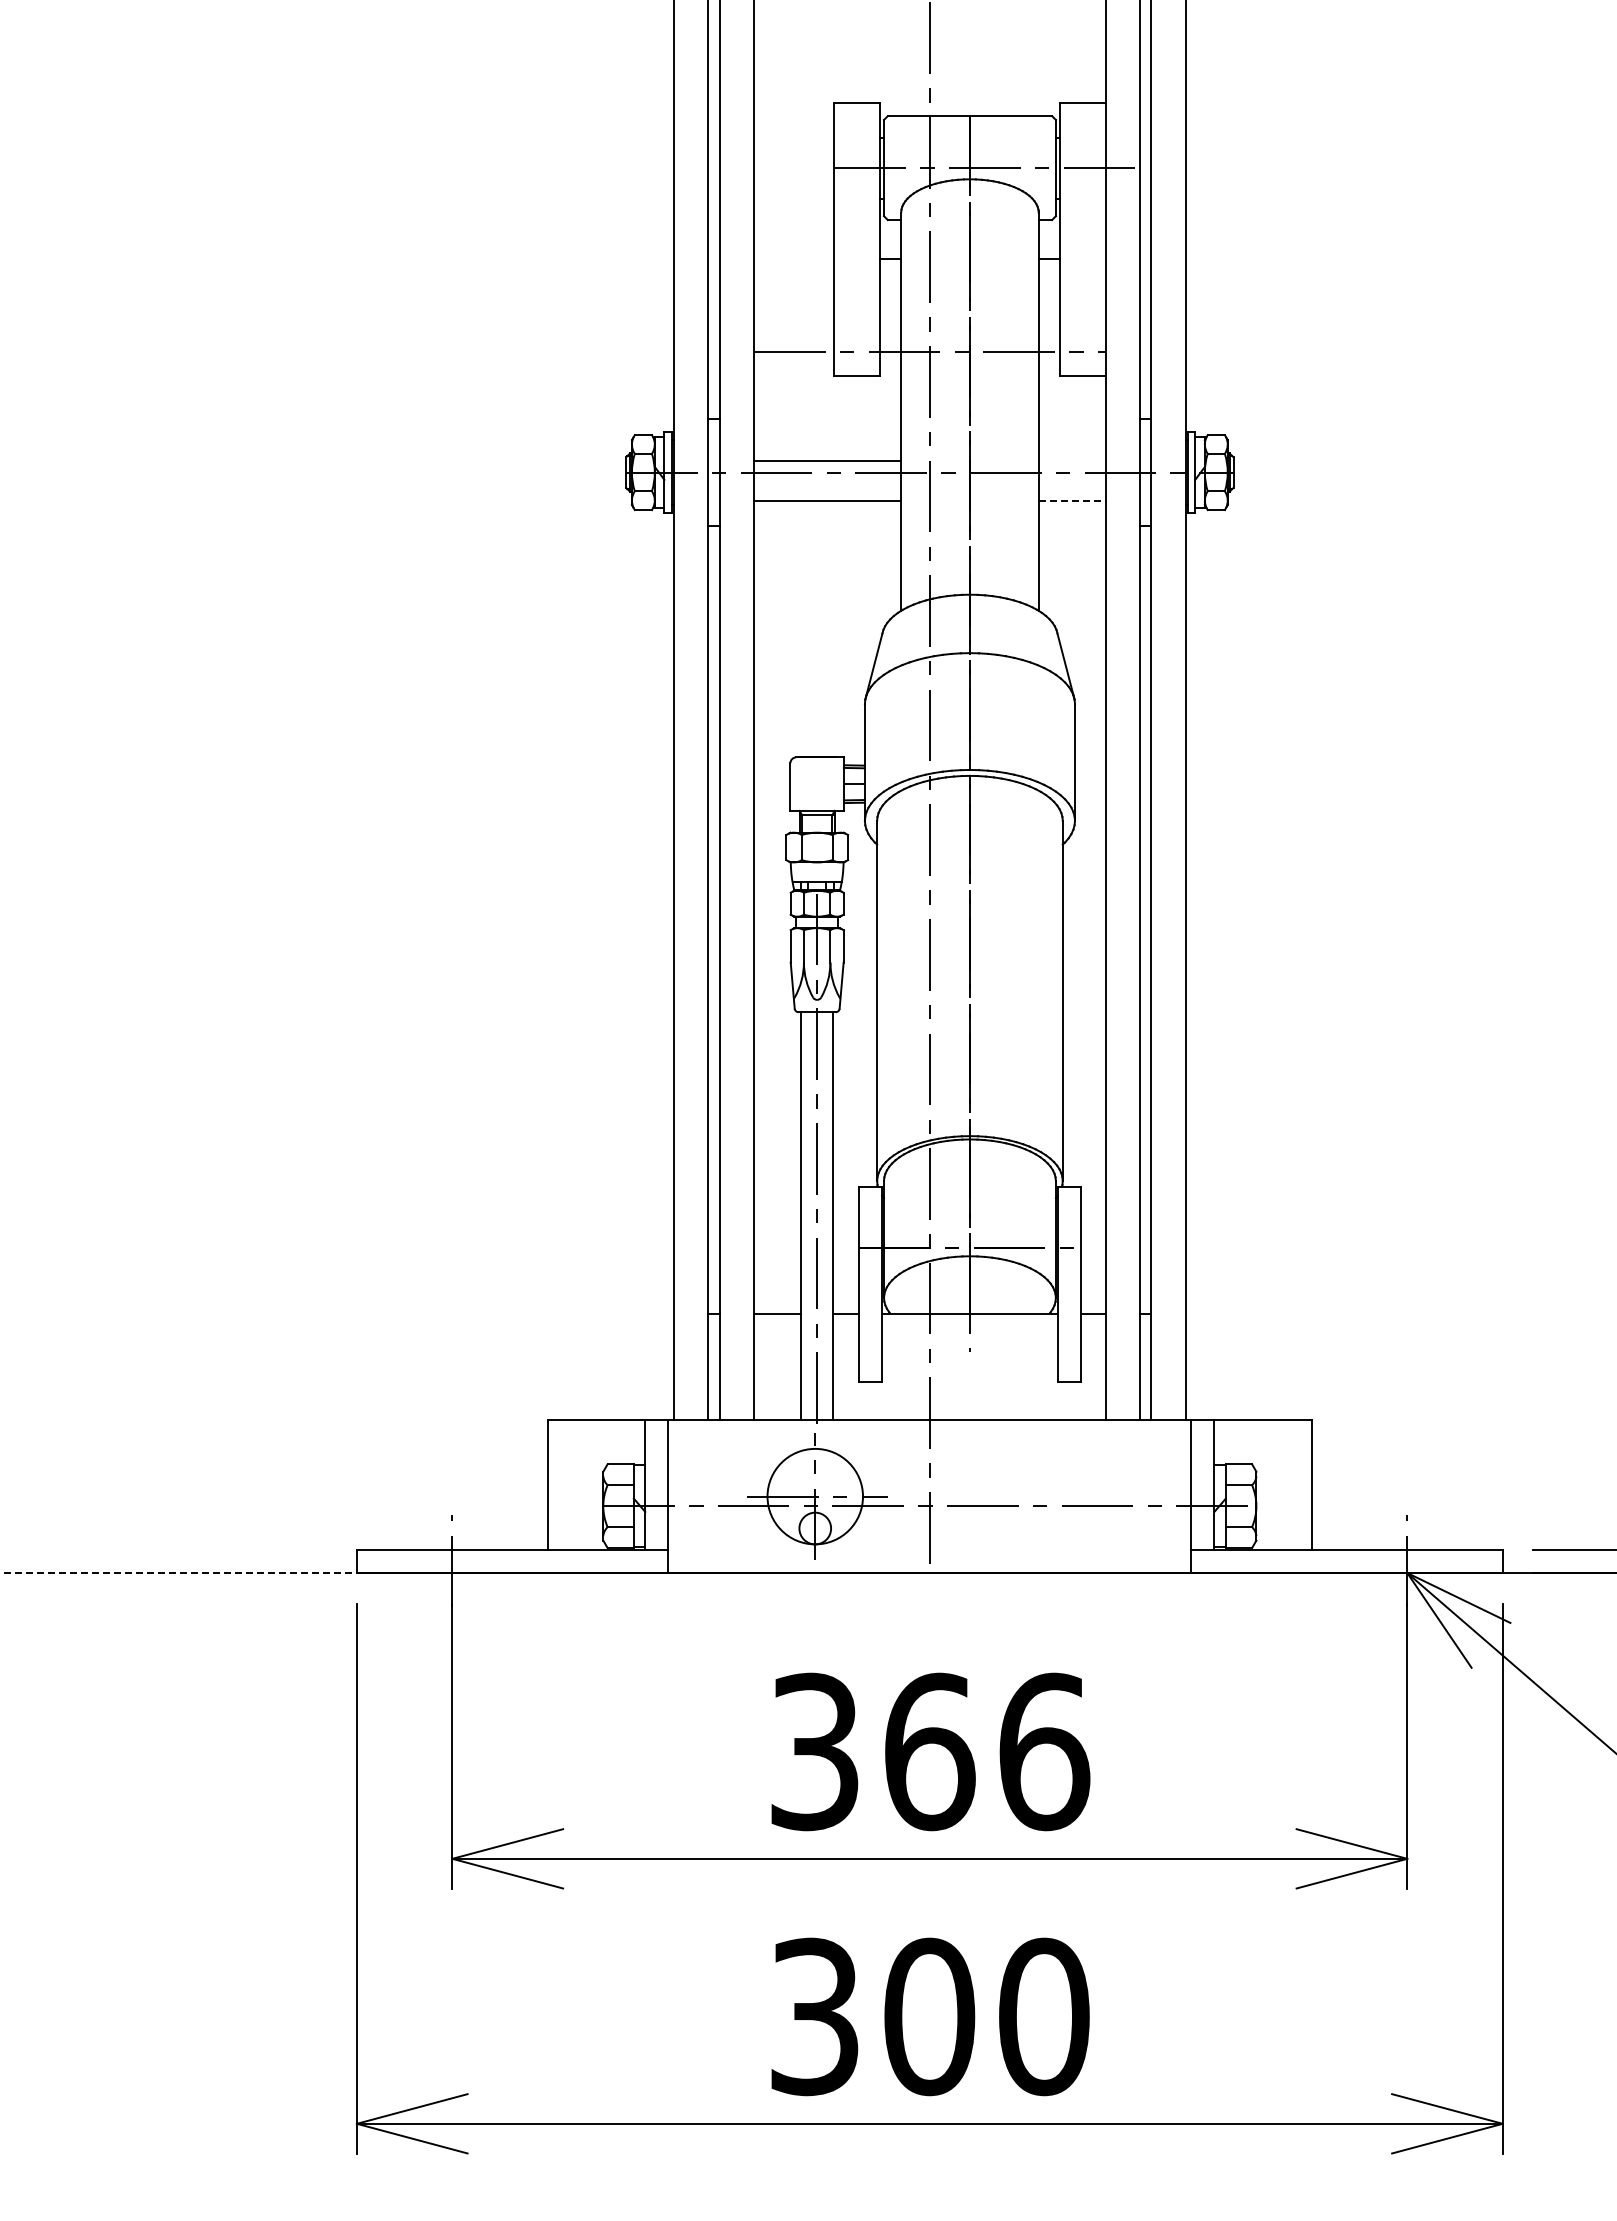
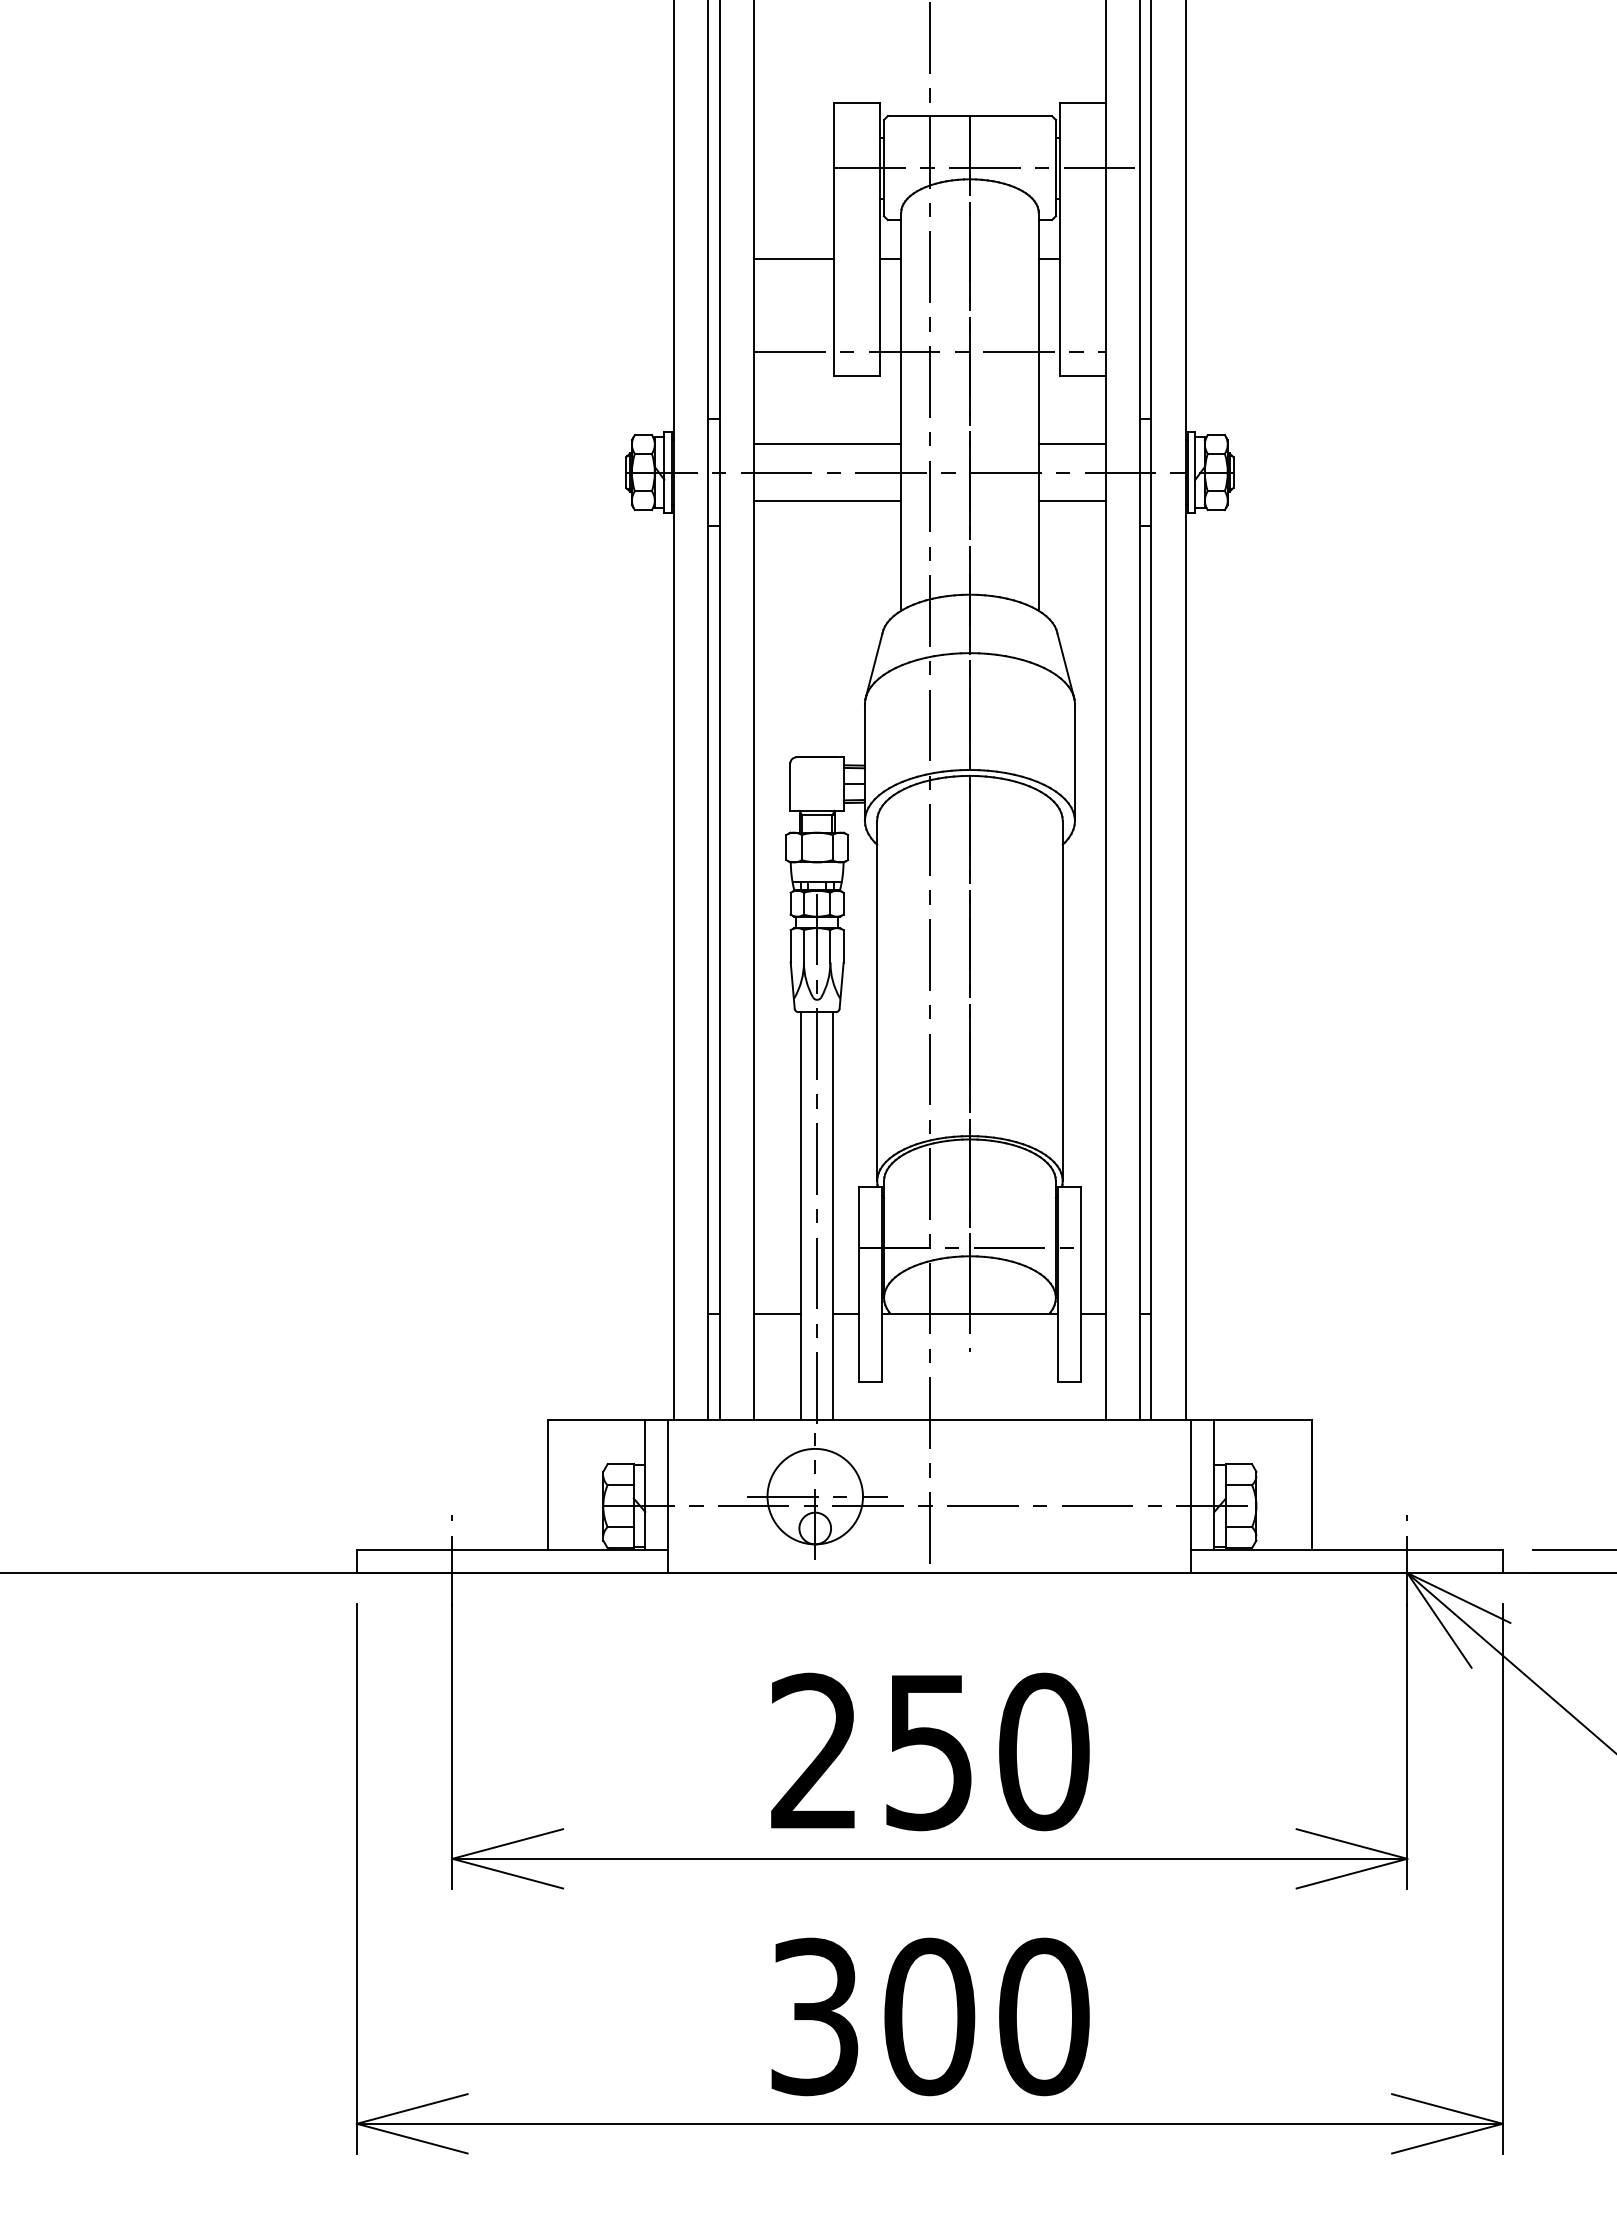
line at (794, 259): none -> present
line at (1071, 443): none -> present
line at (827, 460) position: (827, 460) -> (827, 443)
line at (1072, 501): dashed -> solid
line at (178, 1573): dashed -> solid
text at (930, 1751): 366 -> 250
